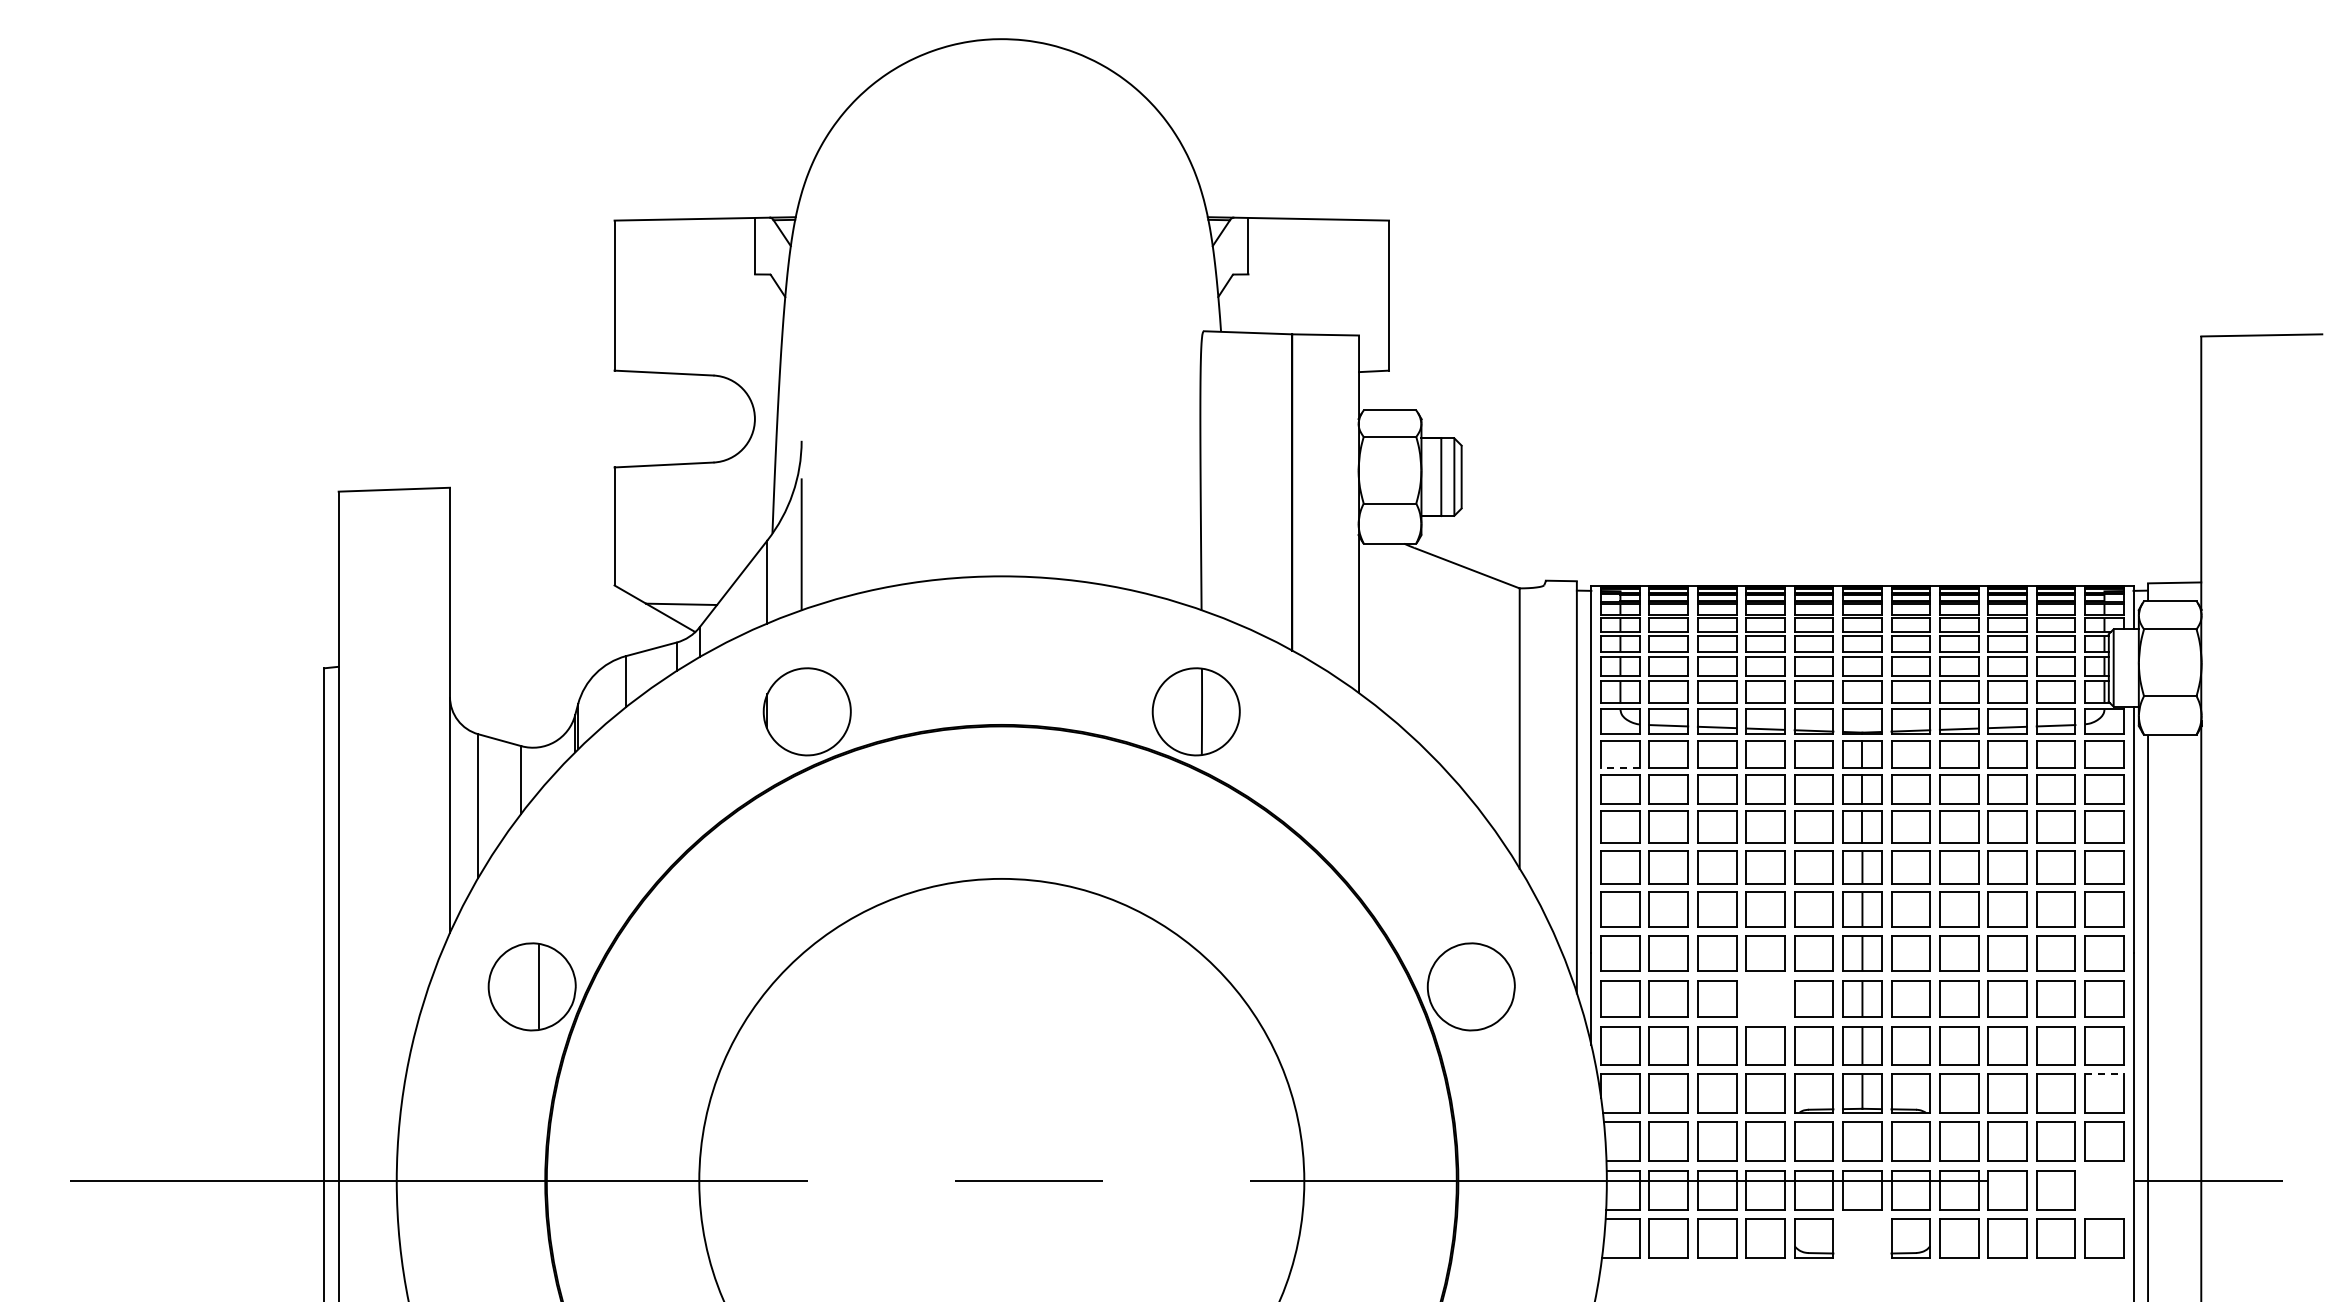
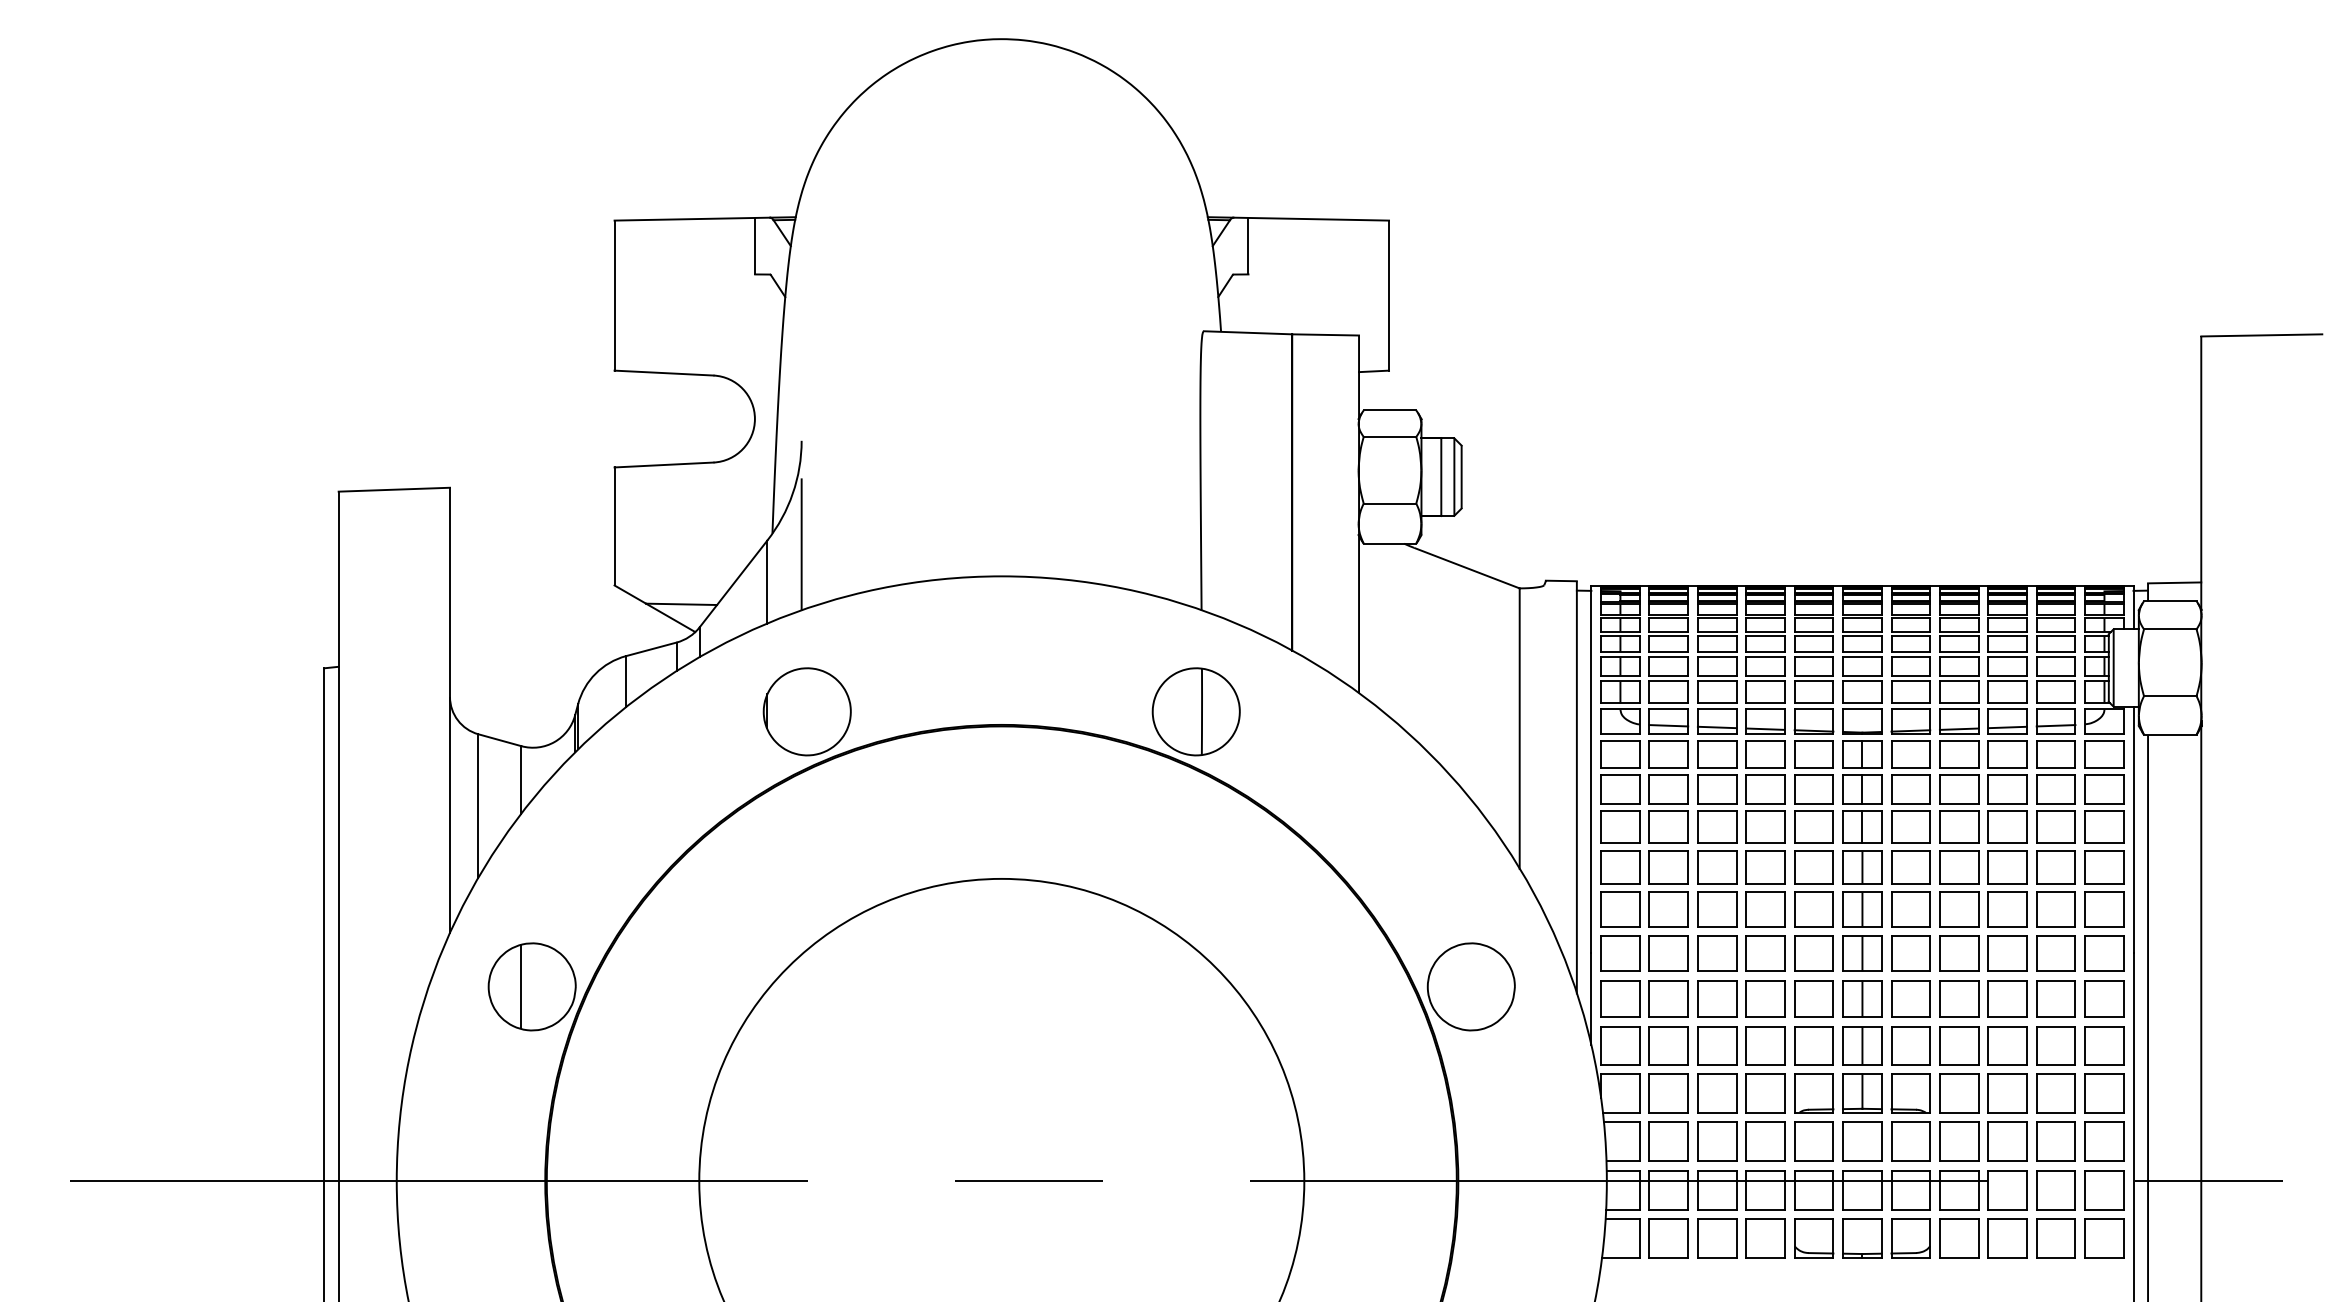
line at (1619, 767): dashed -> solid
line at (539, 986) position: (539, 986) -> (521, 986)
part at (1765, 998): none -> present
line at (2104, 1074): dashed -> solid
part at (2104, 1190): none -> present
part at (1862, 1238): none -> present
